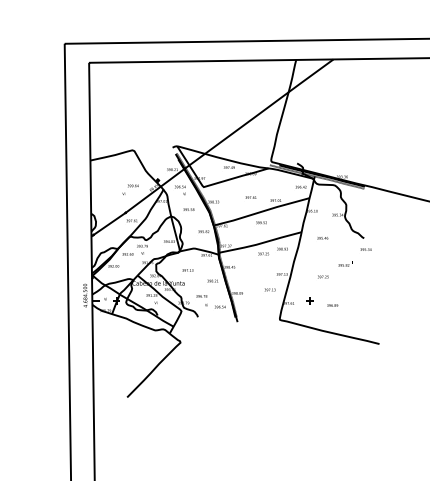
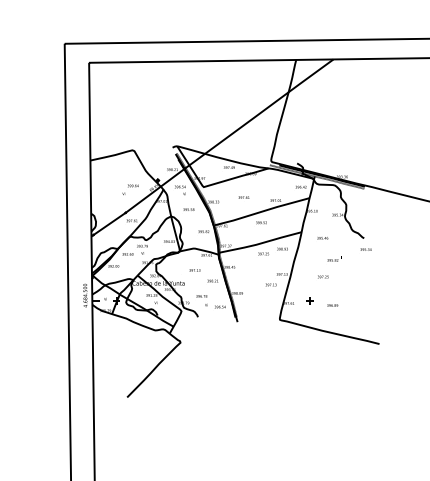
text at (250, 197) position: (250, 197) -> (243, 197)
text at (345, 263) position: (345, 263) -> (334, 258)
text at (187, 270) position: (187, 270) -> (194, 270)
text at (269, 289) position: (269, 289) -> (270, 284)
